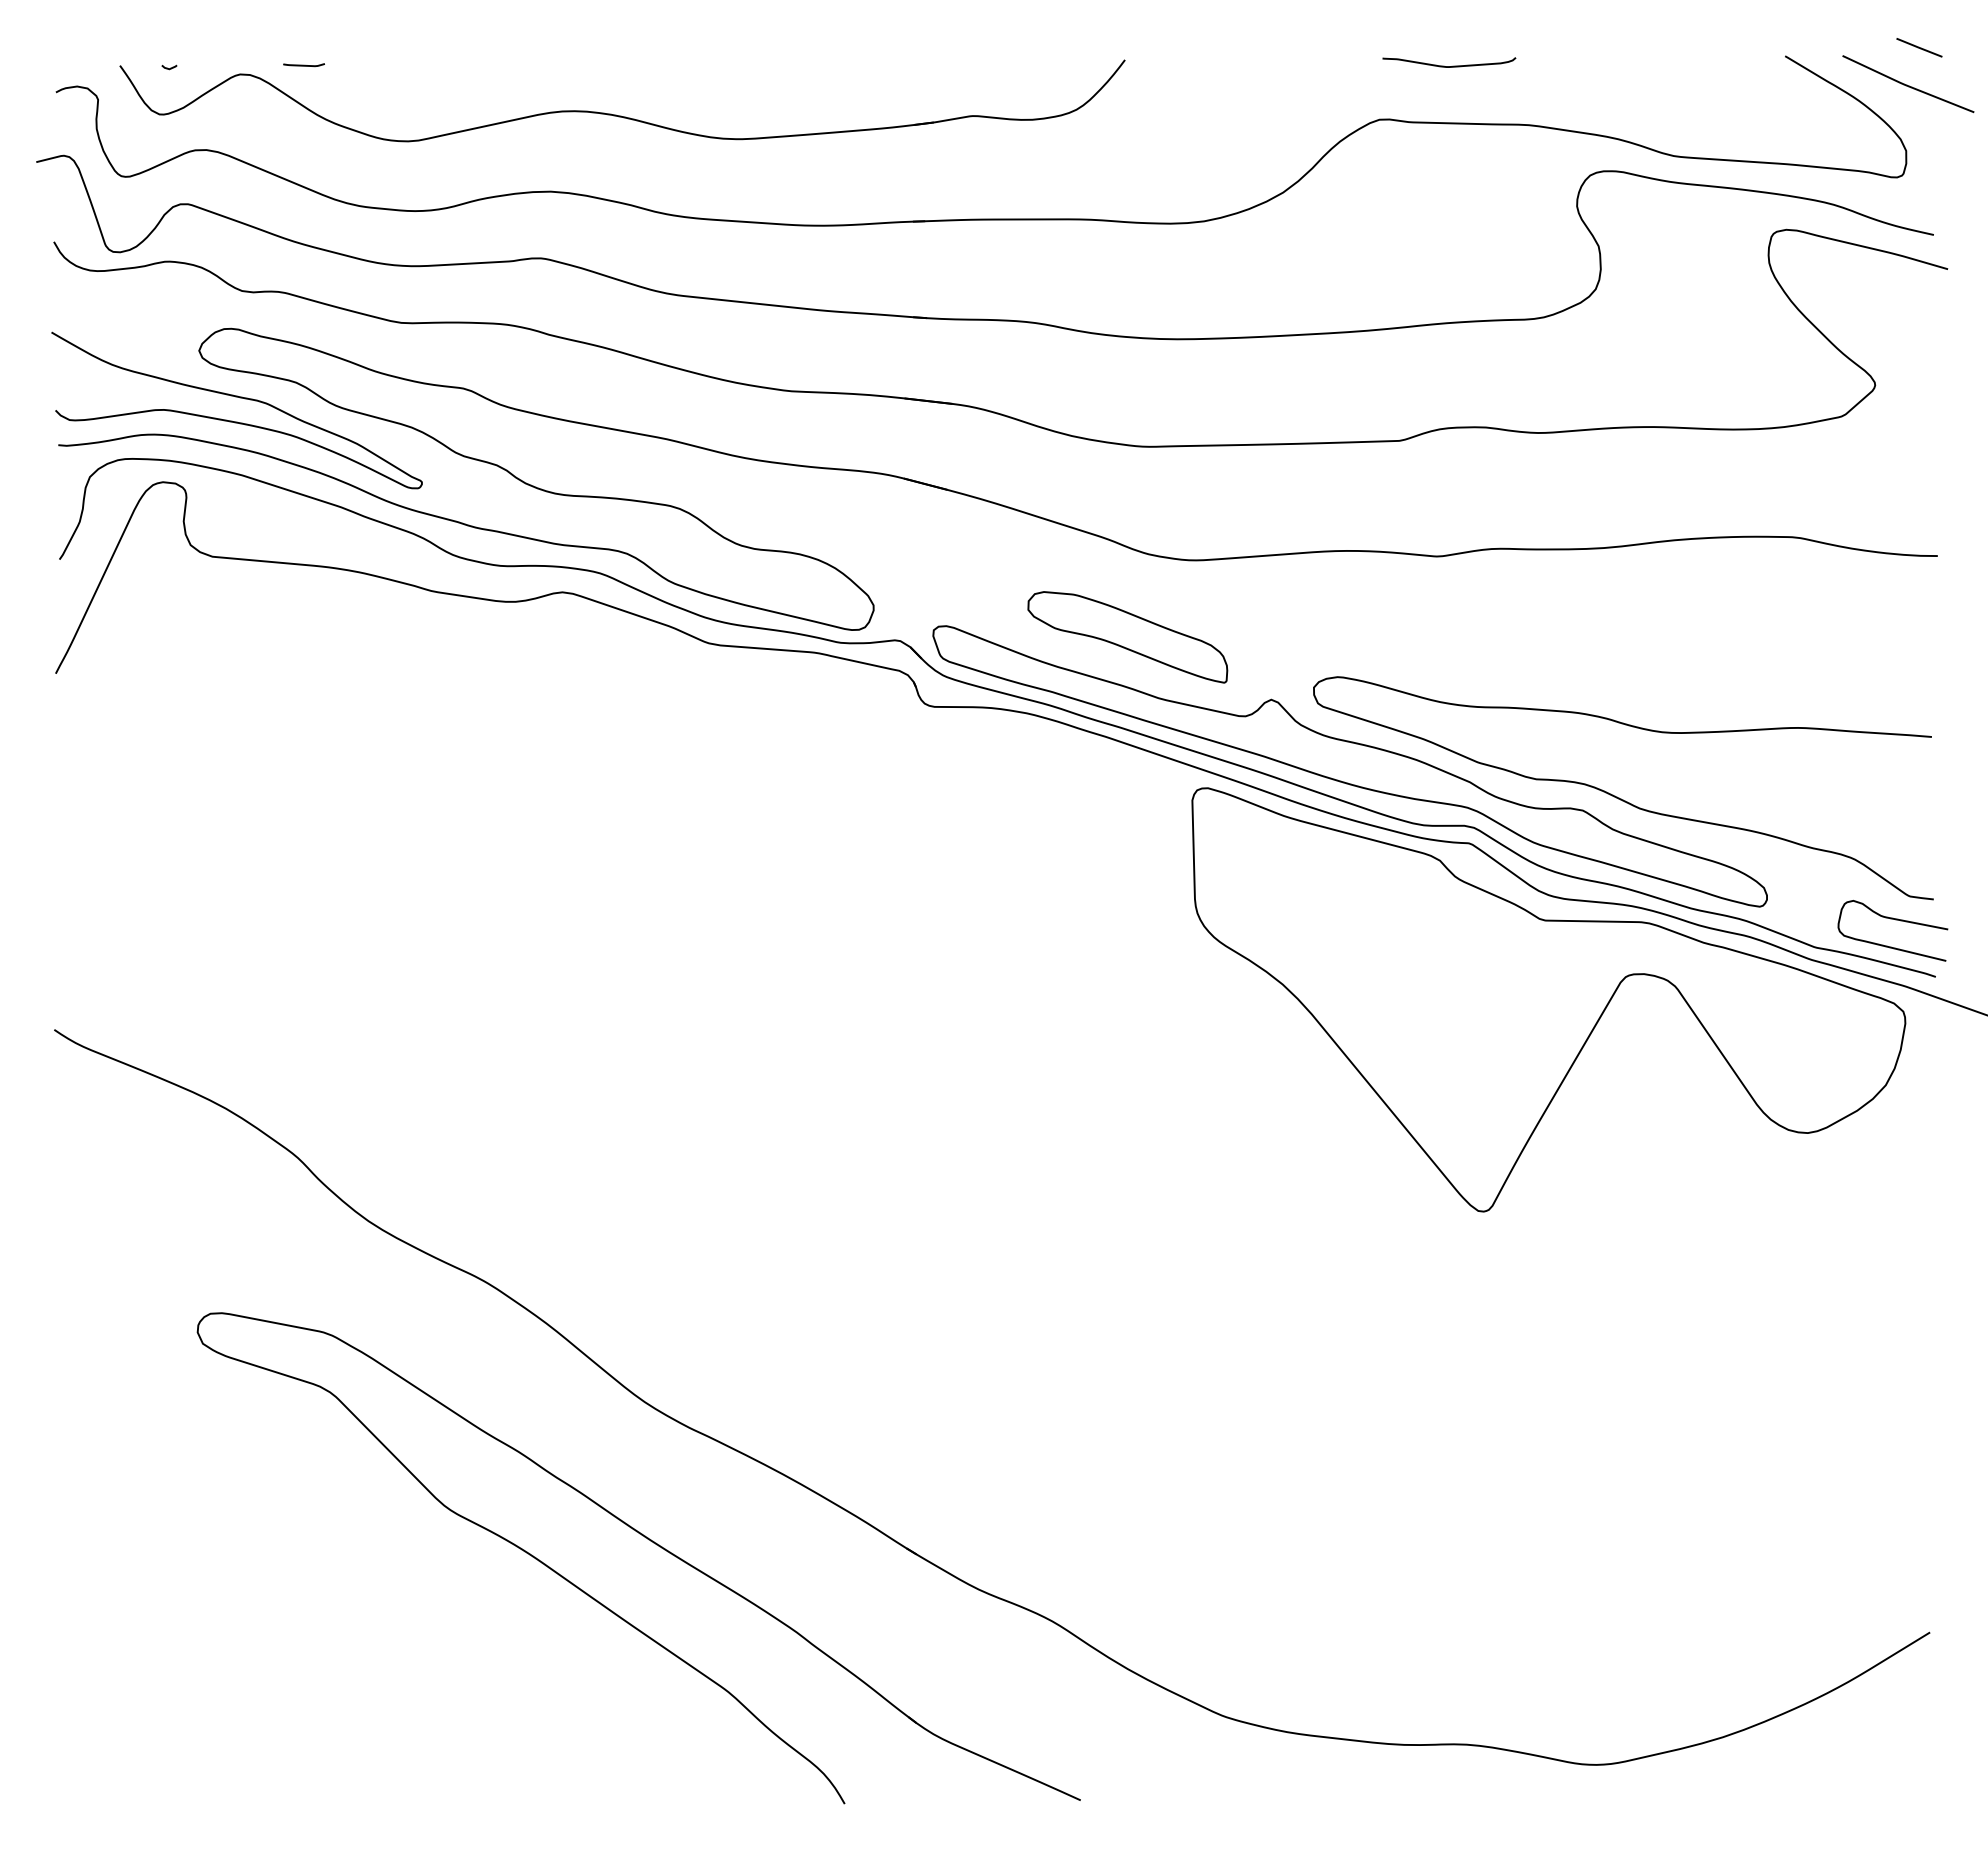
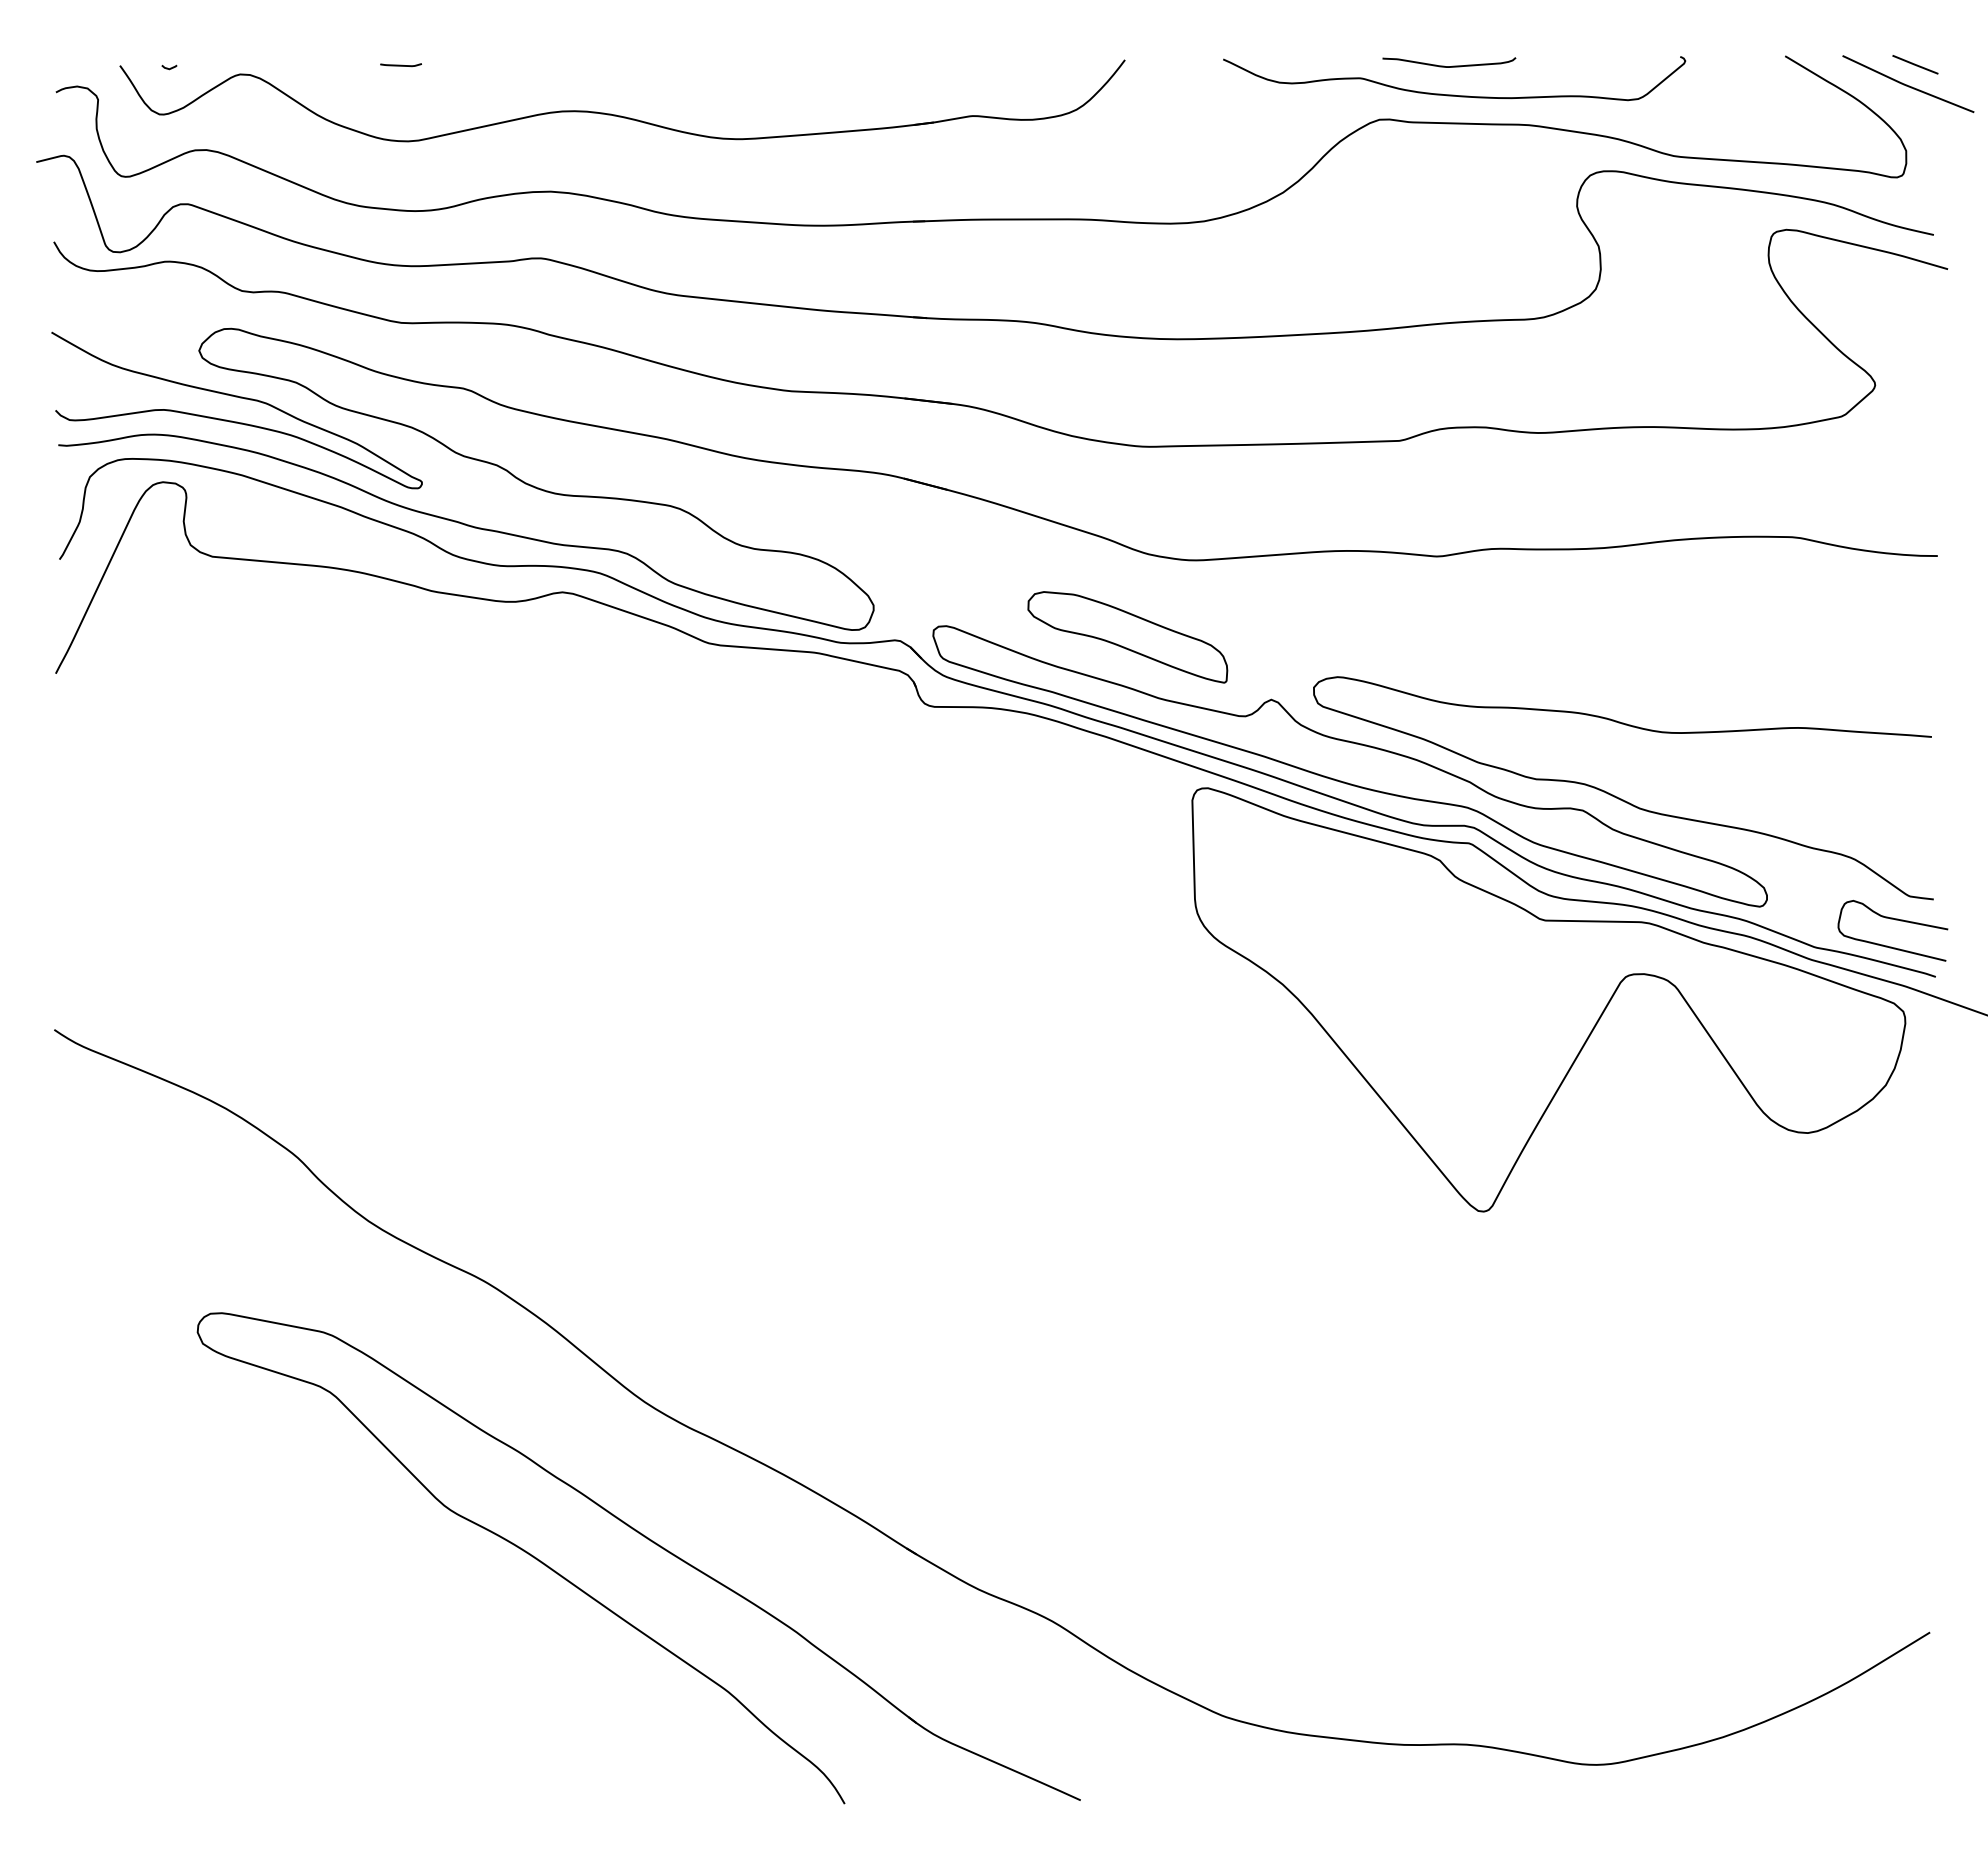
line at (1919, 47) position: (1919, 47) -> (1915, 64)
curve at (303, 65) position: (303, 65) -> (400, 65)
curve at (1454, 94): none -> present
